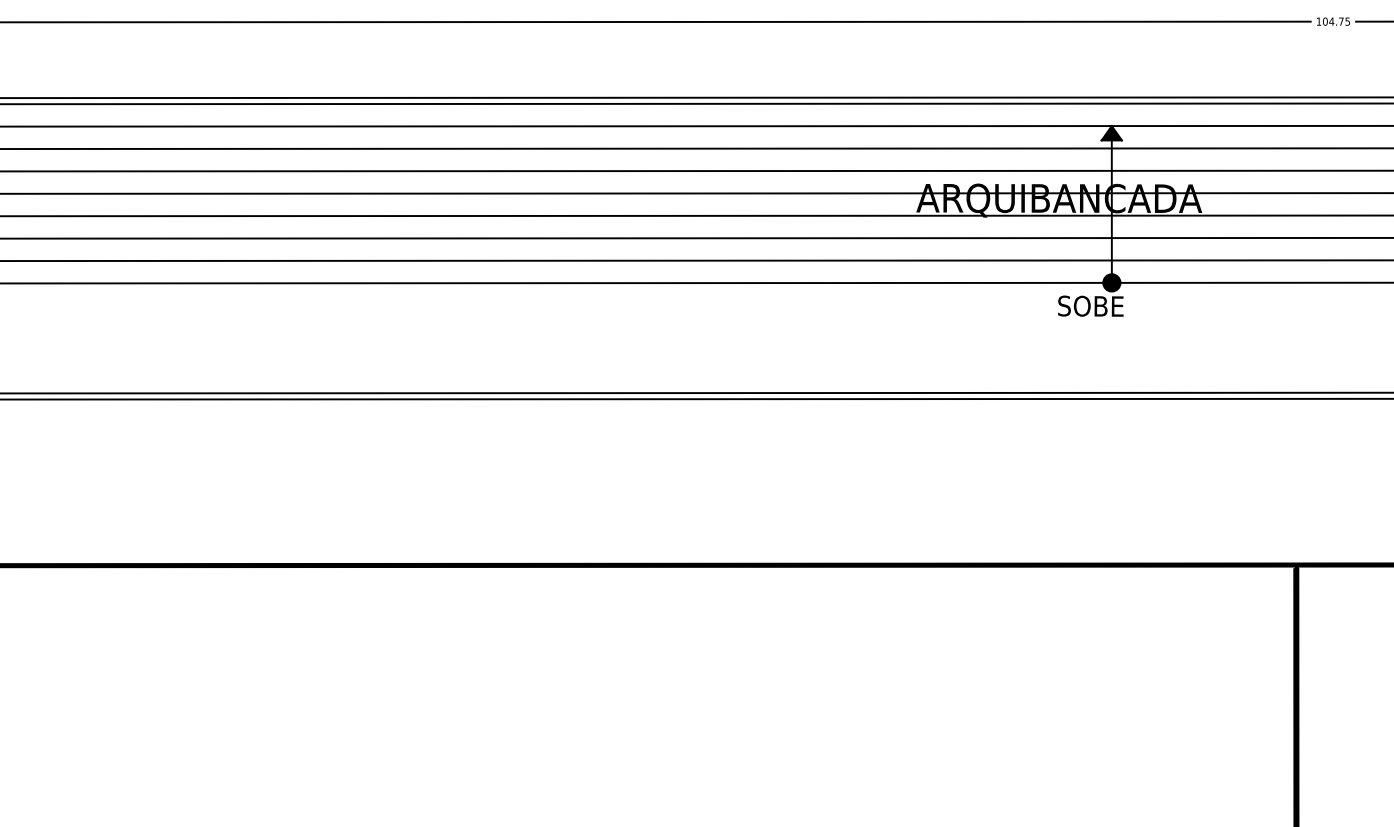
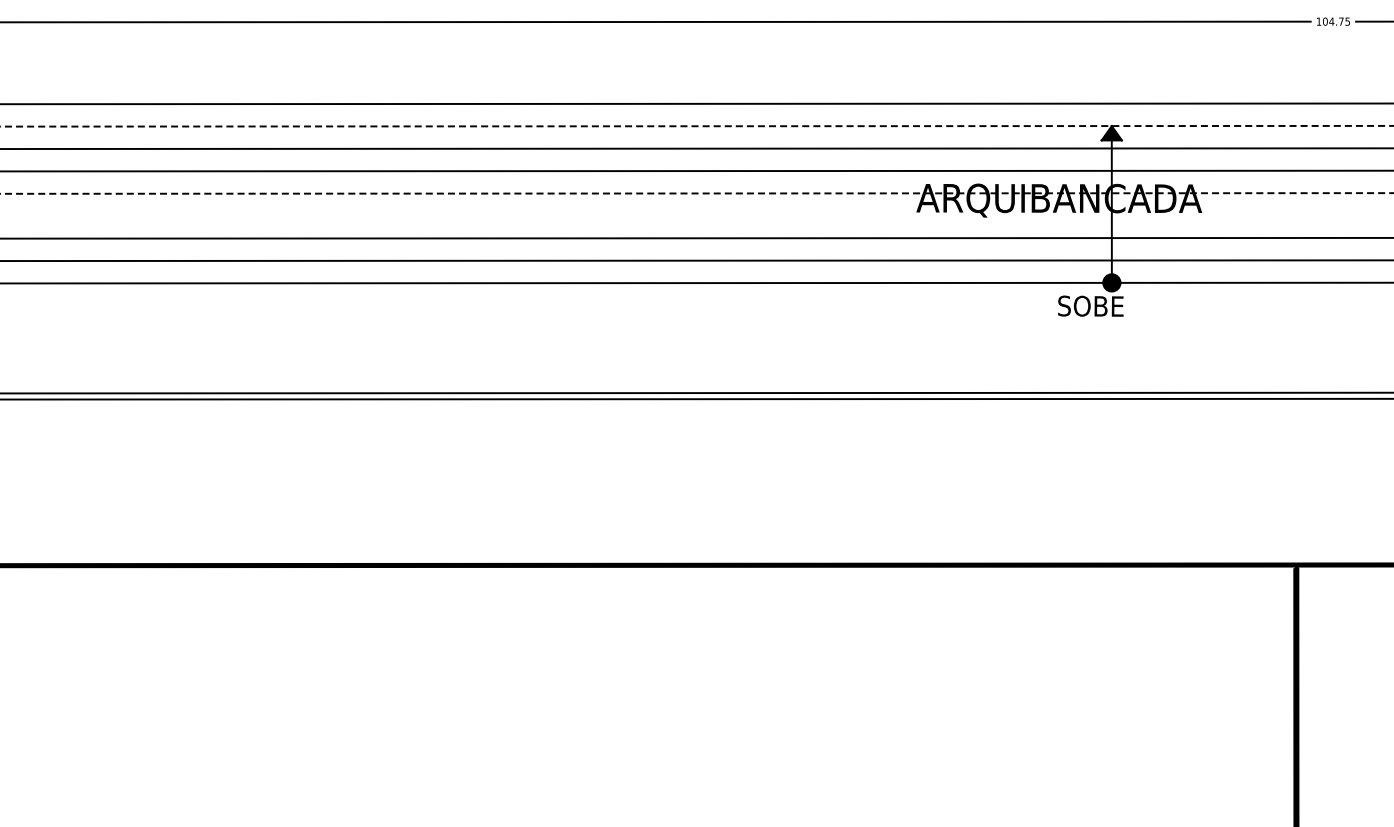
line at (696, 97): present -> none
line at (696, 126): solid -> dashed
line at (696, 193): solid -> dashed
line at (696, 215): present -> none
